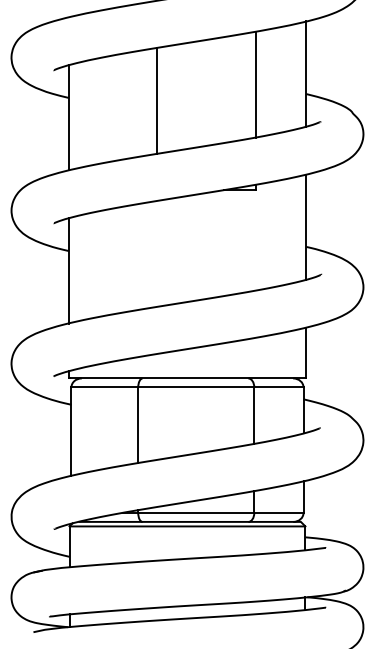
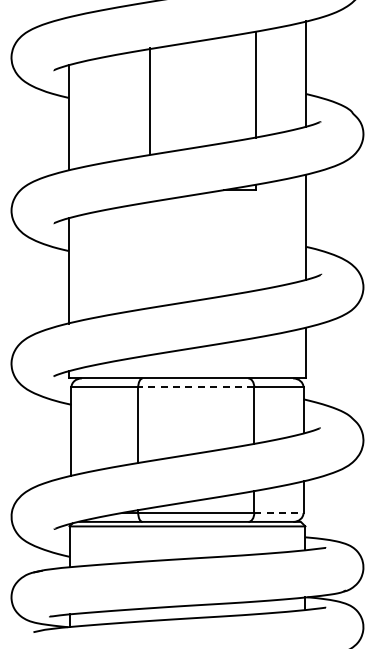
line at (156, 100) position: (156, 100) -> (149, 100)
line at (195, 387): solid -> dashed
line at (278, 512): solid -> dashed
